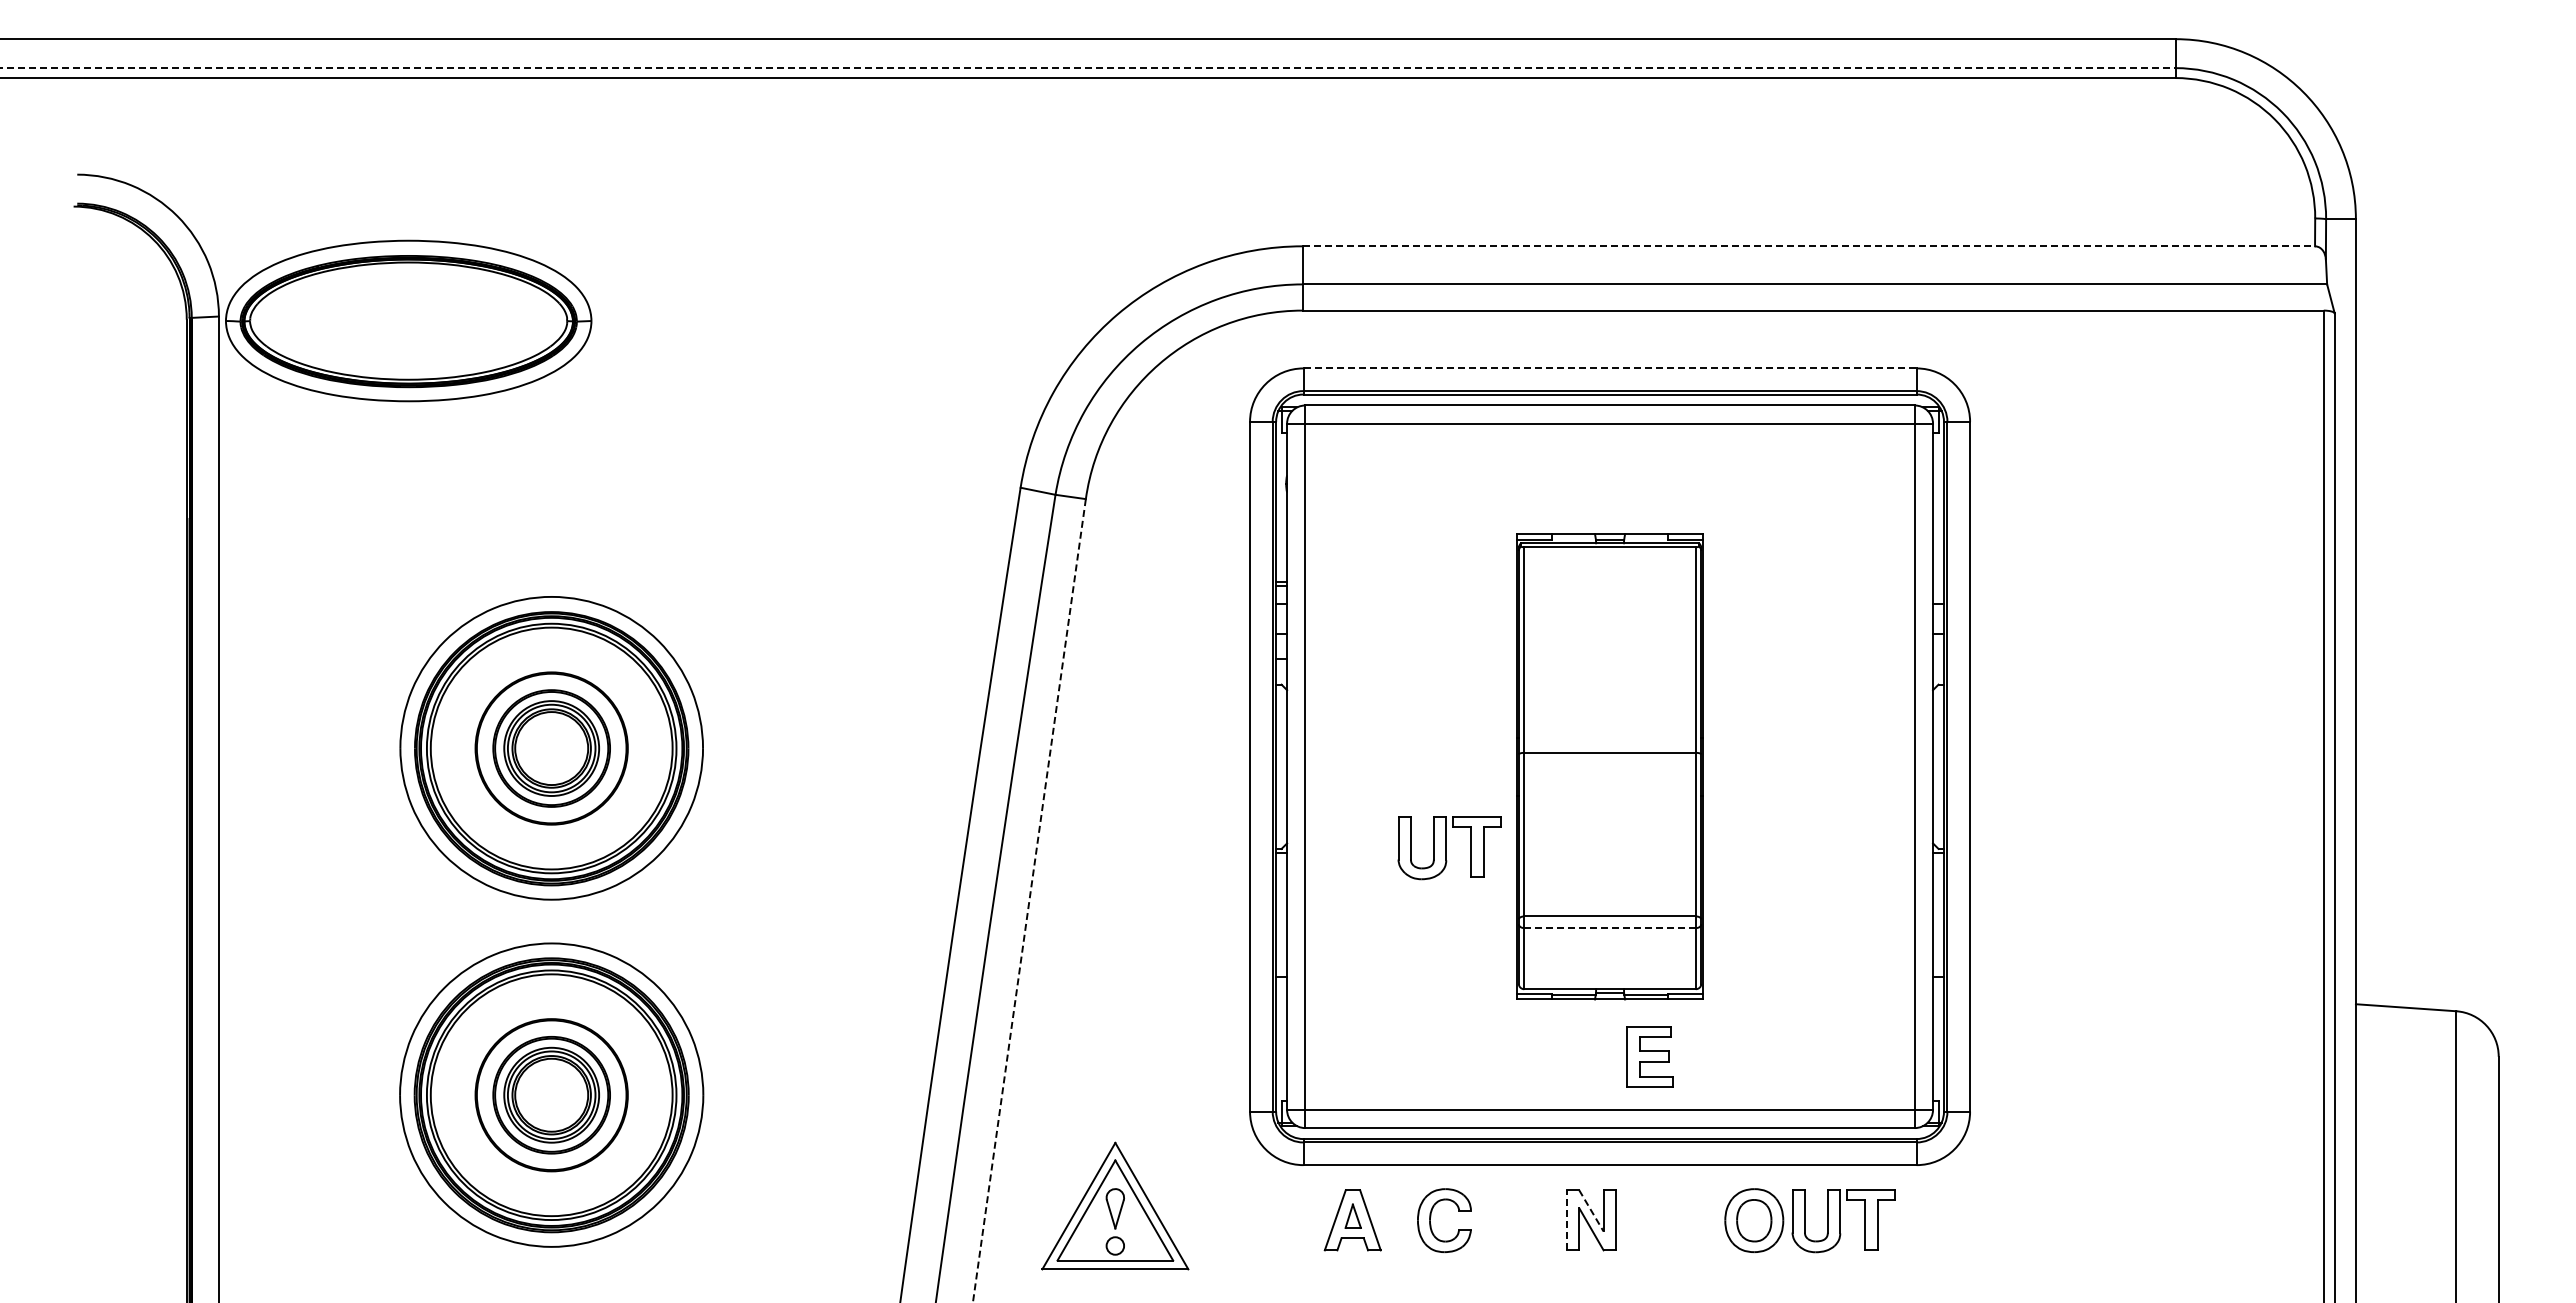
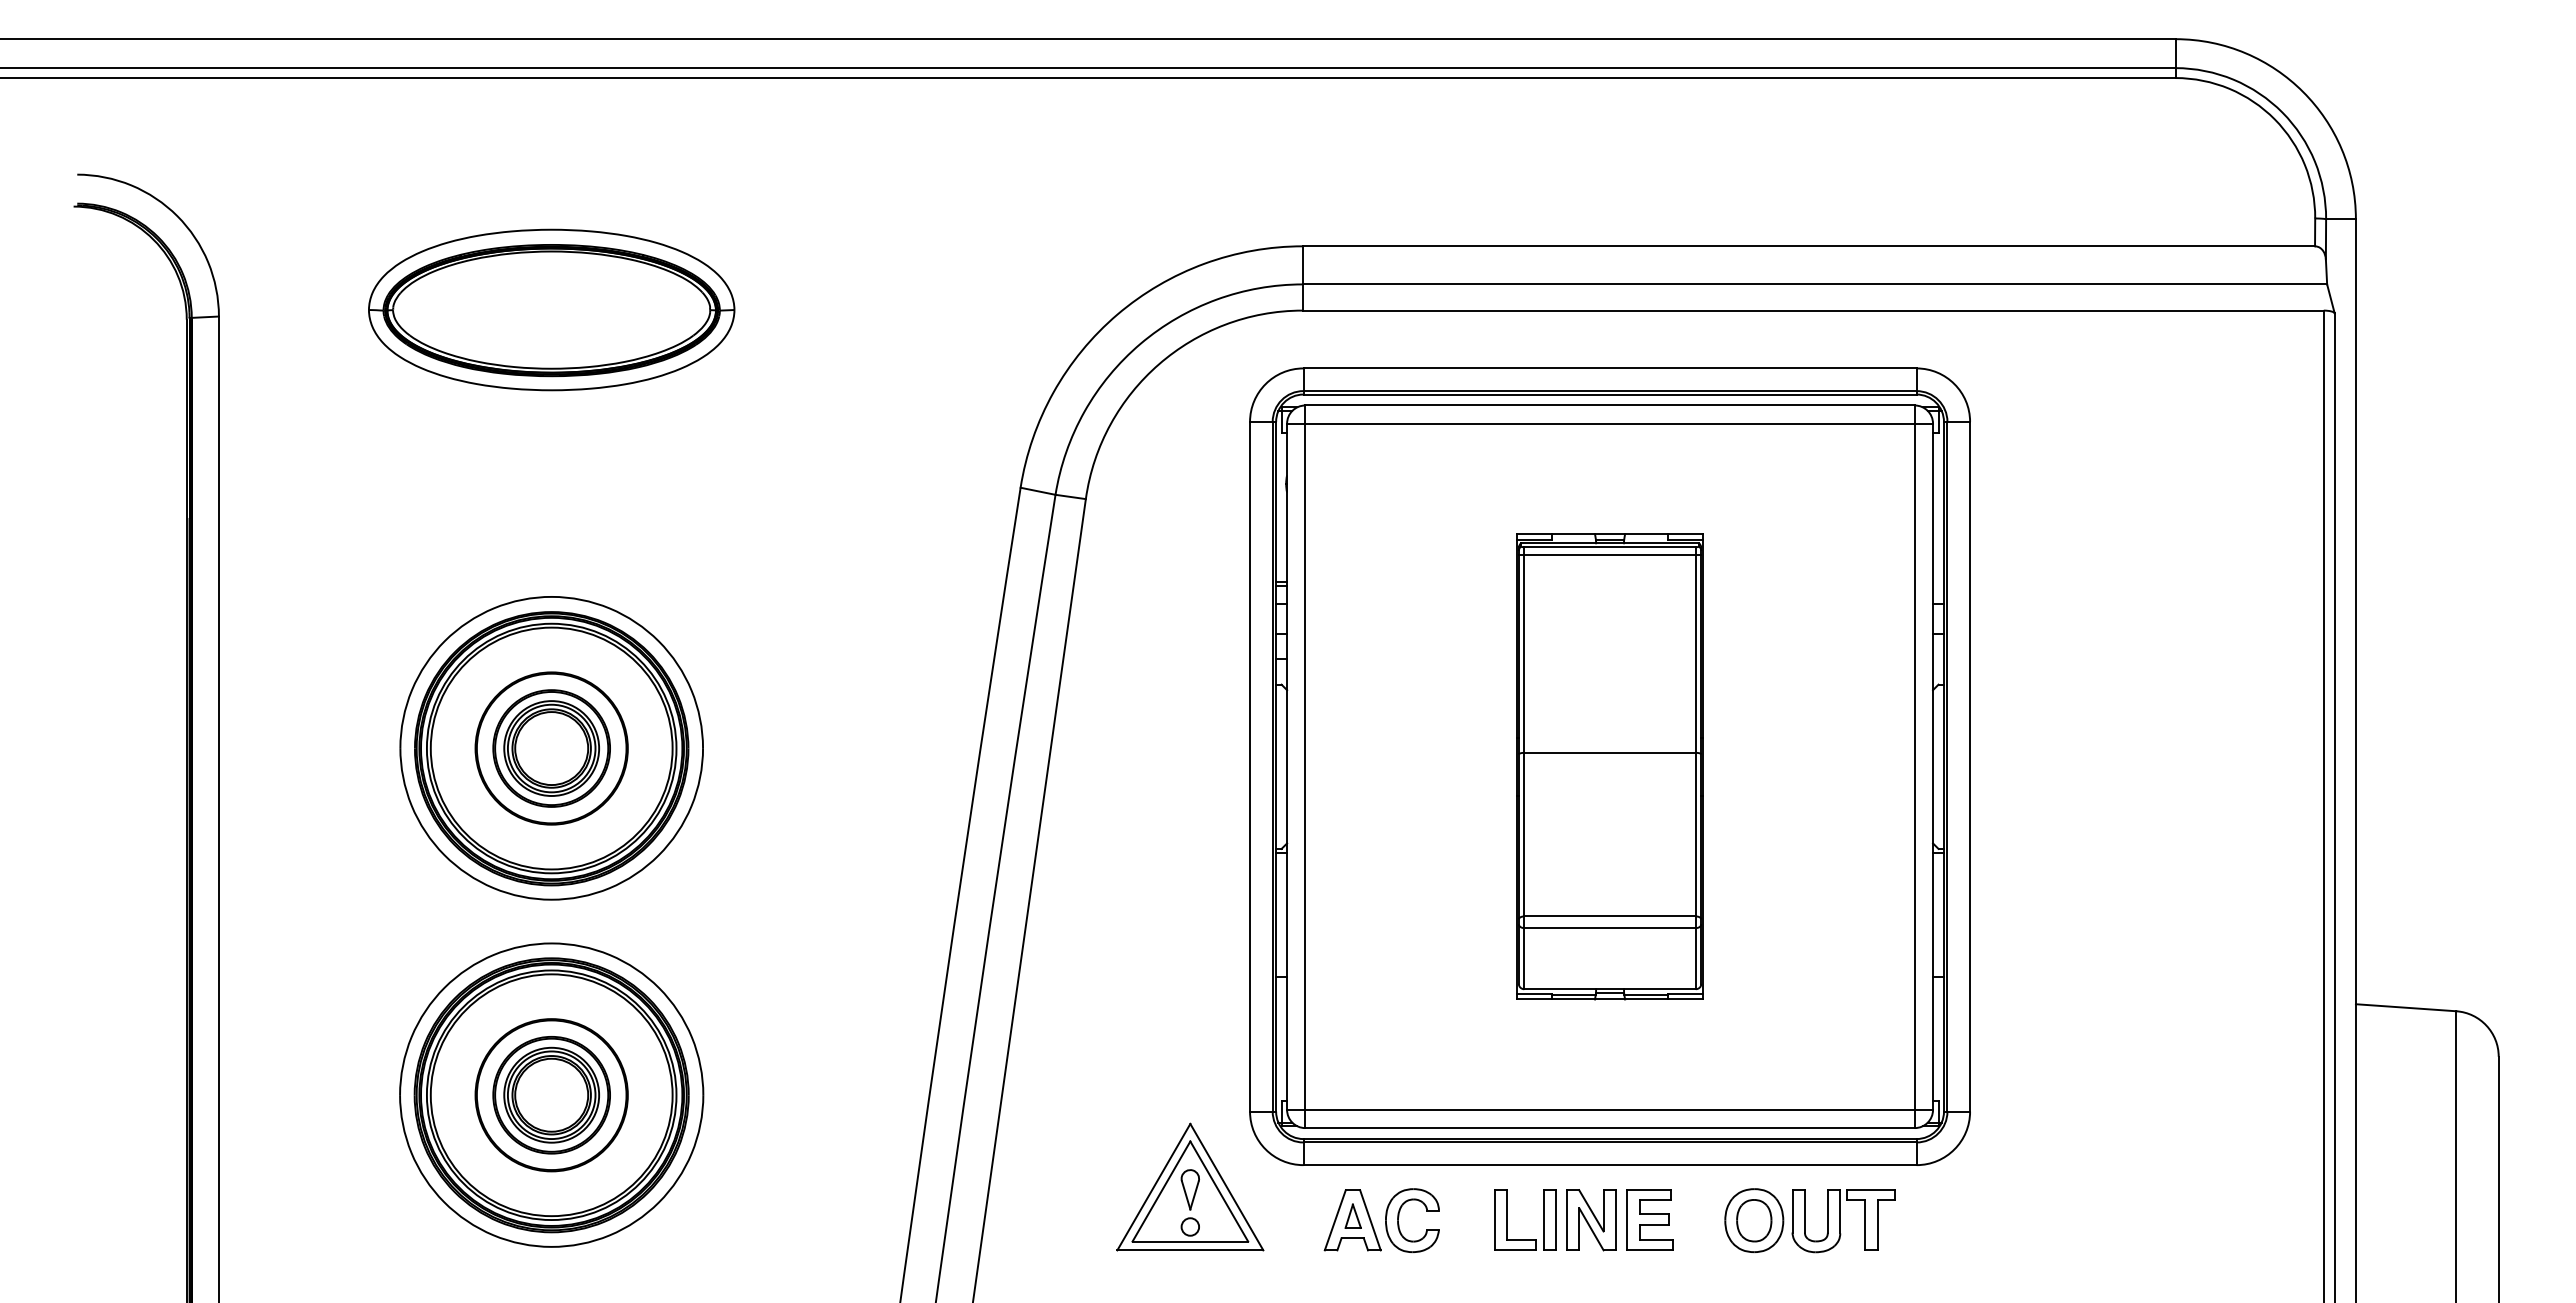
line at (1088, 68): dashed -> solid
line at (1809, 246): dashed -> solid
part at (408, 320) position: (408, 320) -> (551, 309)
line at (1610, 368): dashed -> solid
line at (1609, 554): none -> present
part at (1449, 848): present -> none
line at (1029, 901): dashed -> solid
line at (1610, 928): dashed -> solid
part at (1649, 1056) position: (1649, 1056) -> (1649, 1219)
part at (1115, 1205) position: (1115, 1205) -> (1190, 1186)
line at (1591, 1210): dashed -> solid
part at (1431, 1217) position: (1431, 1217) -> (1399, 1217)
part at (1507, 1219): none -> present
line at (1566, 1219): dashed -> solid
